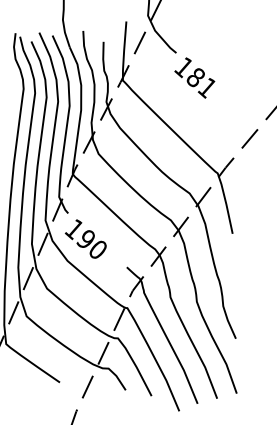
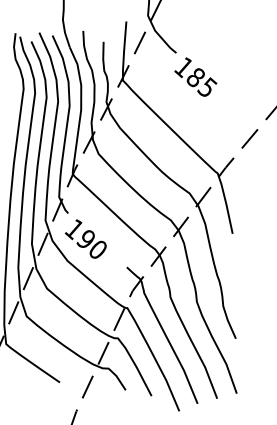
text at (207, 87): 181 -> 185
